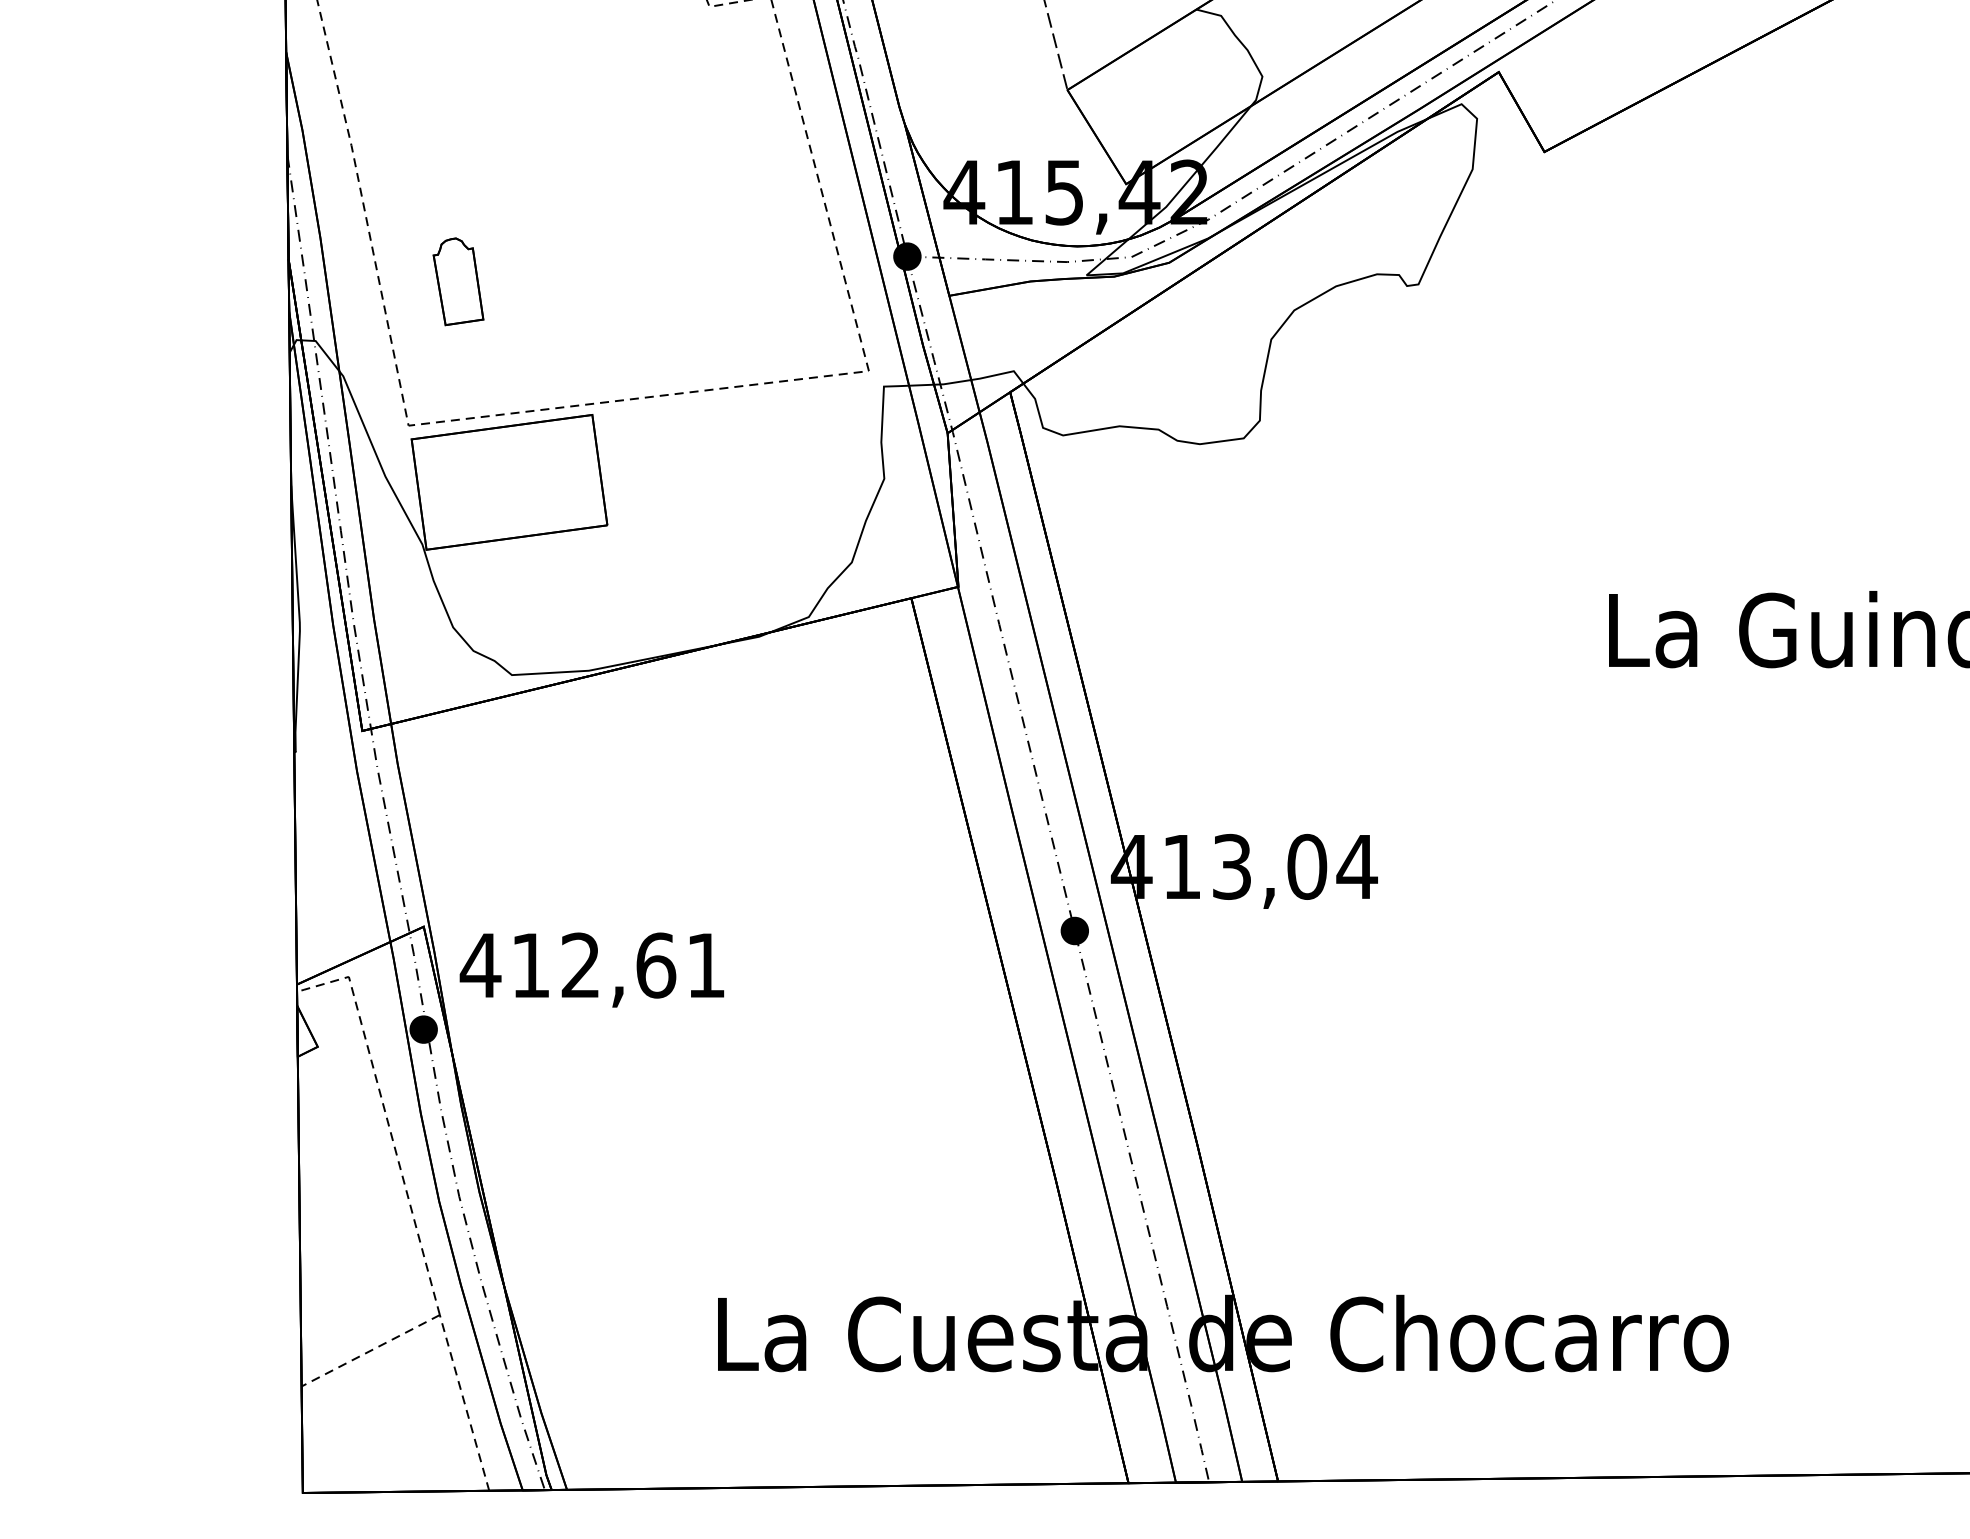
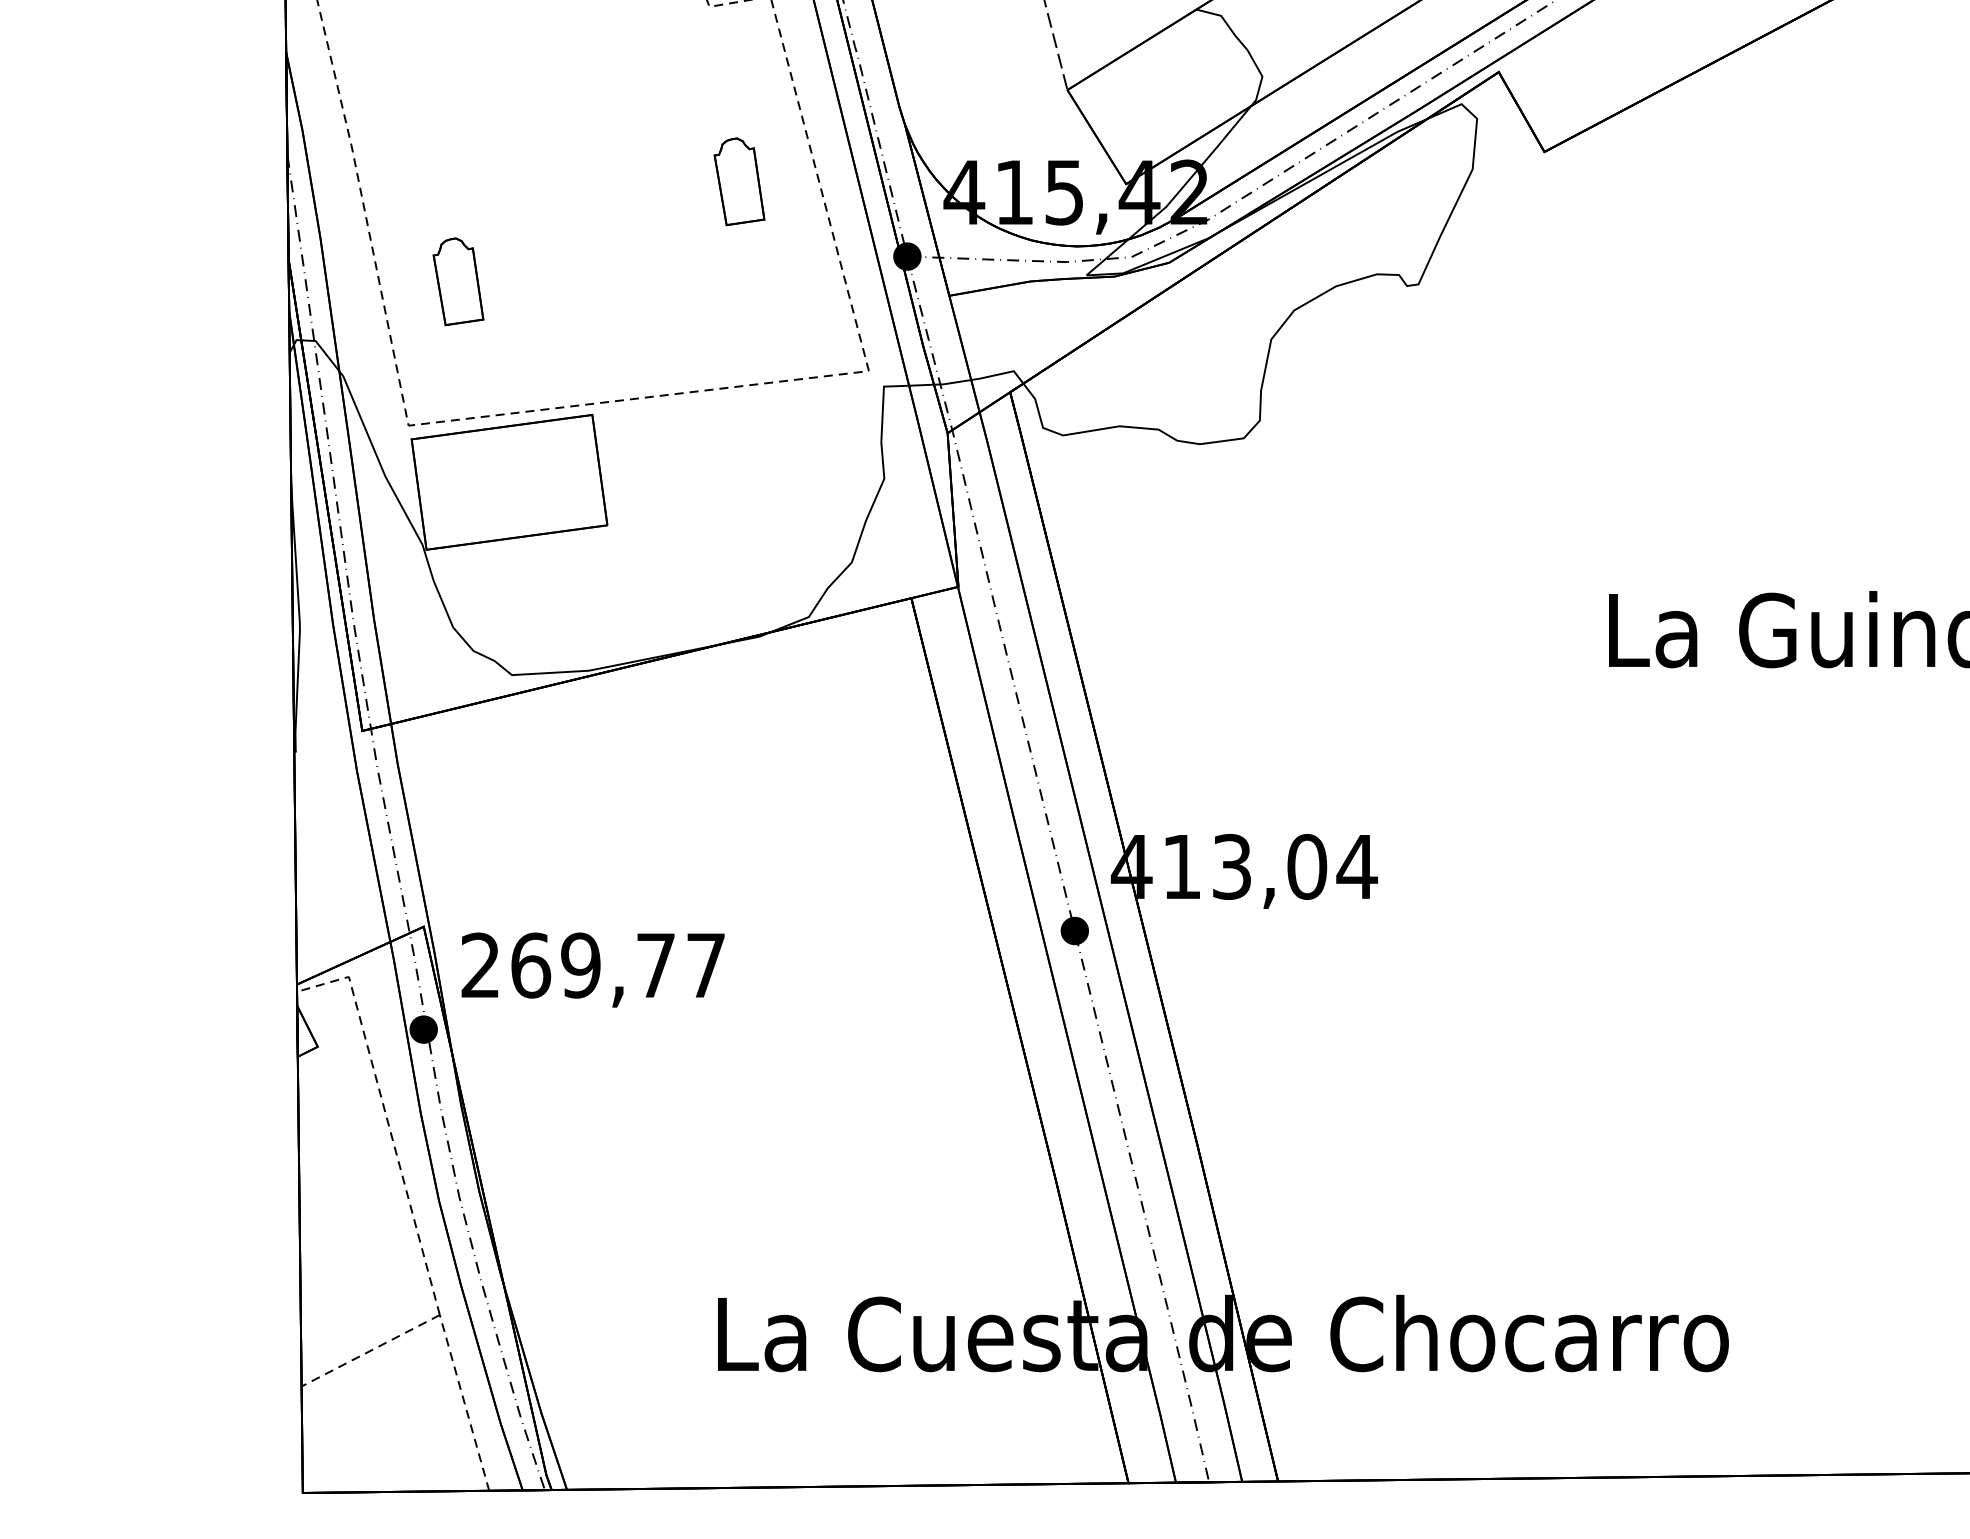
part at (739, 181): none -> present
text at (591, 965): 412,61 -> 269,77
